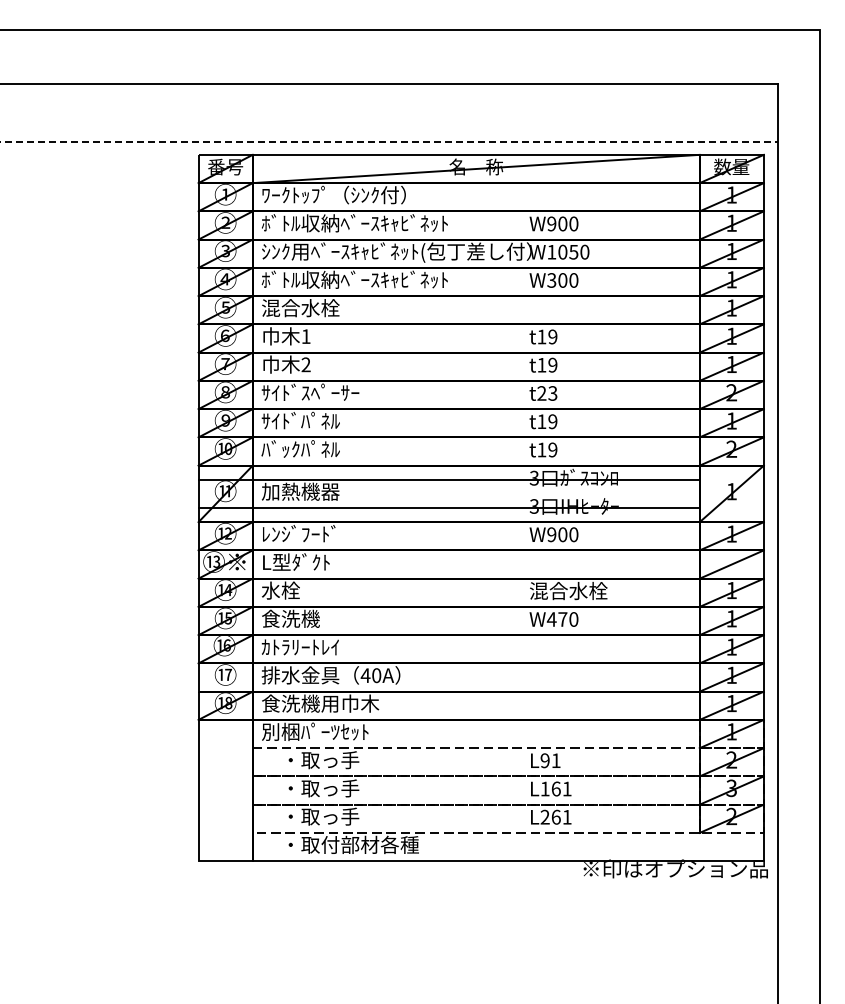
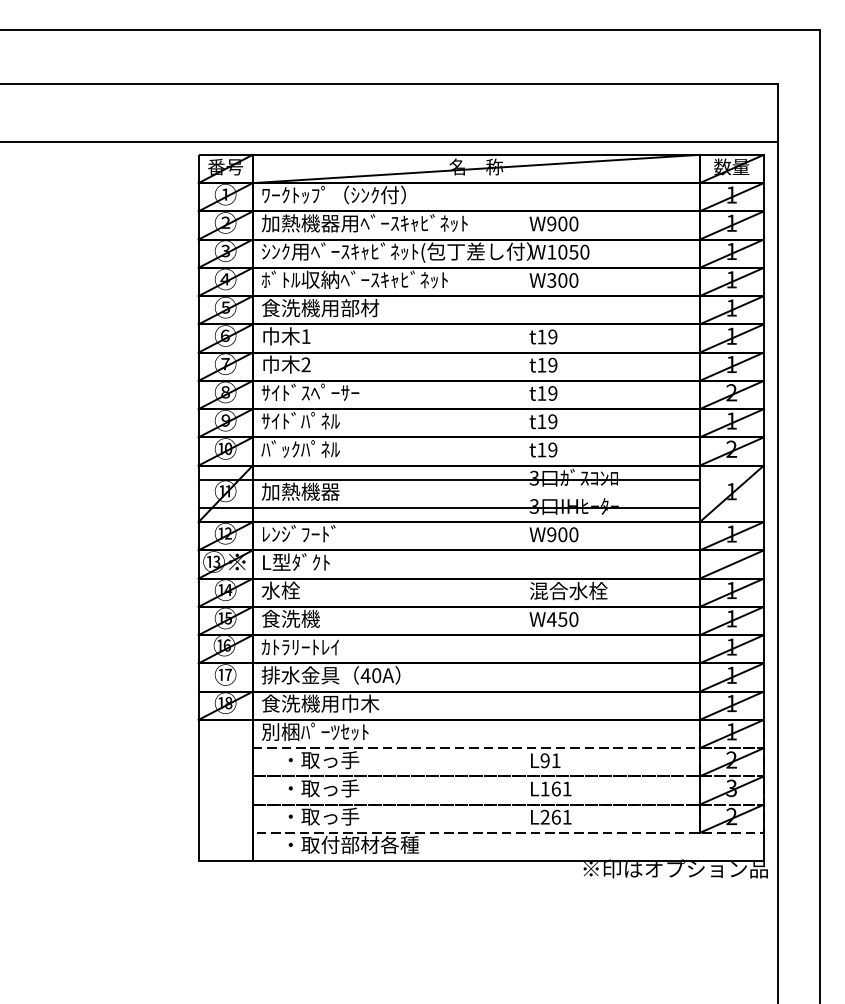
line at (389, 142): dashed -> solid
text at (364, 223): ﾎﾞﾄﾙ収納ﾍﾞｰｽｷｬﾋﾞﾈｯﾄ -> 加熱機器用ﾍﾞｰｽｷｬﾋﾞﾈｯﾄ
text at (320, 308): 混合水栓 -> 食洗機用部材
text at (547, 393): t23 -> t19
text at (562, 619): W470 -> W450
